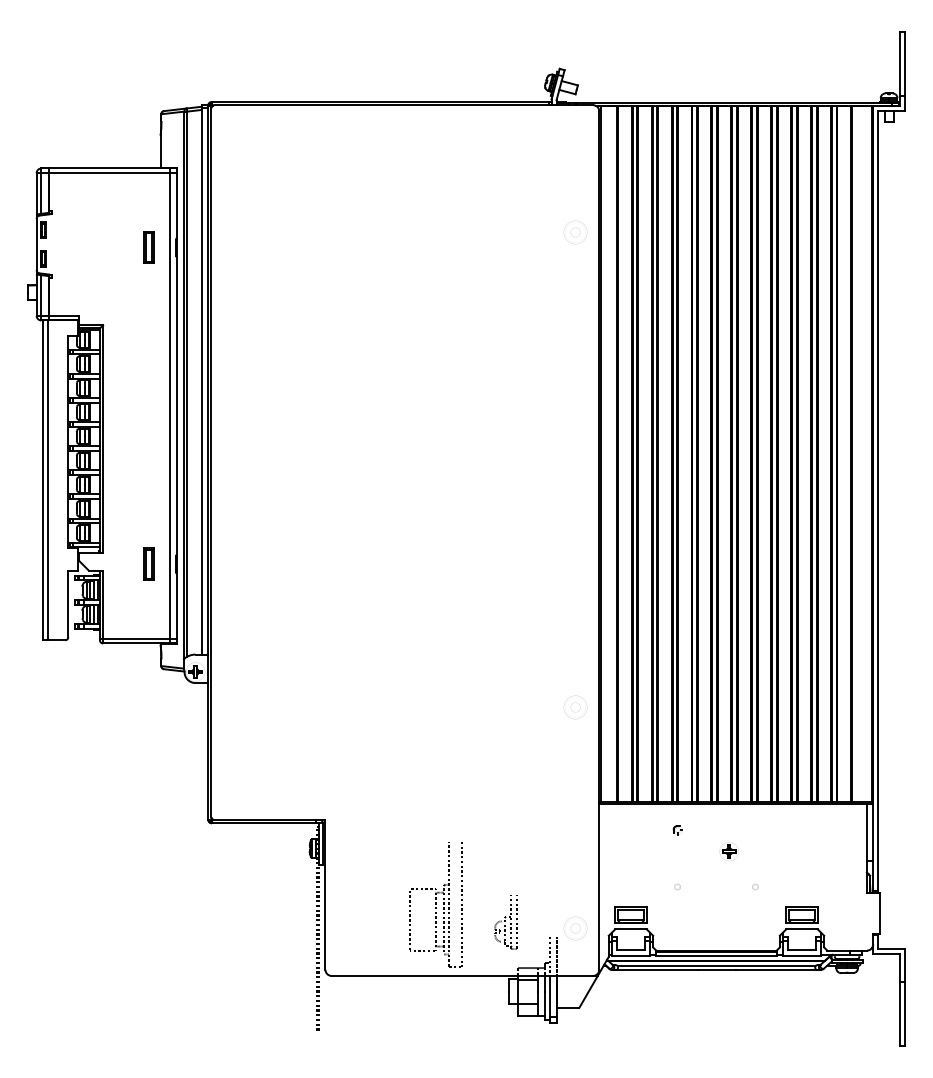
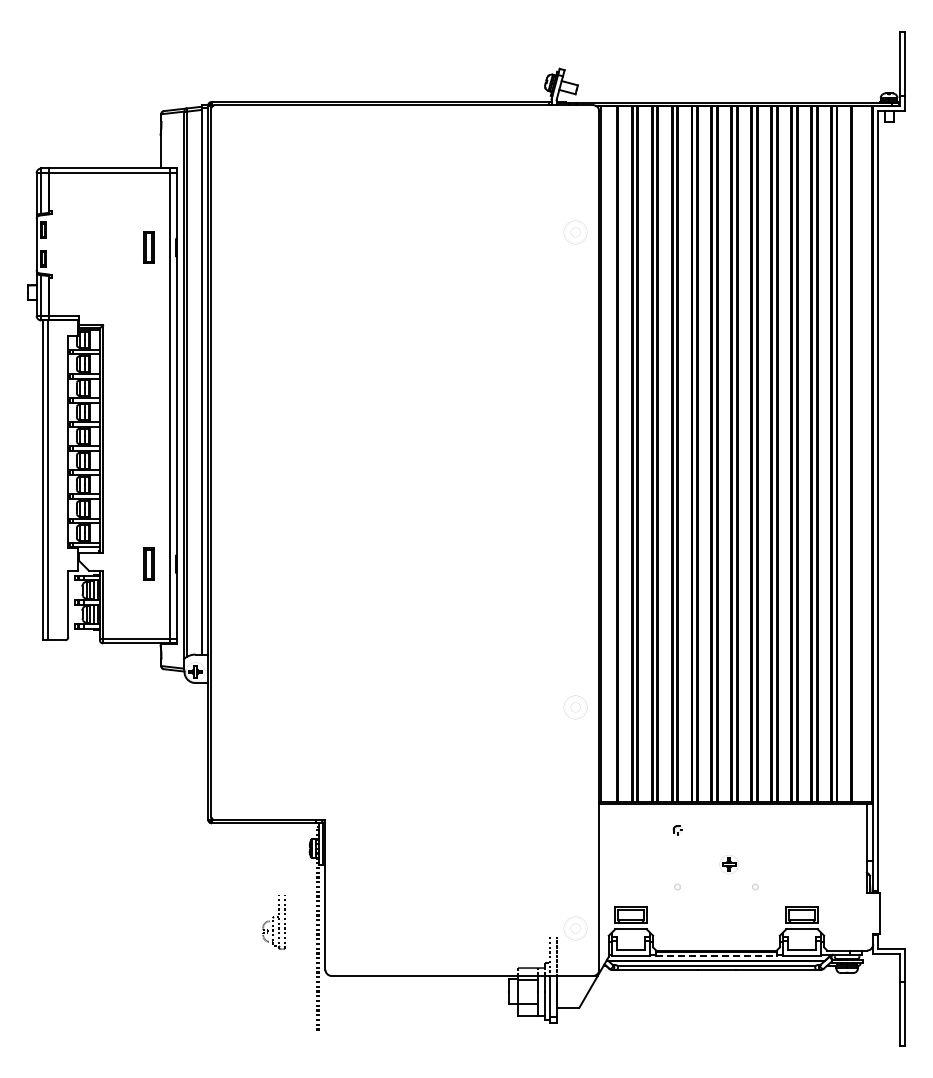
part at (729, 851) position: (729, 851) -> (729, 864)
part at (435, 904): present -> none
part at (505, 922) position: (505, 922) -> (273, 922)
line at (717, 956): solid -> dashed
